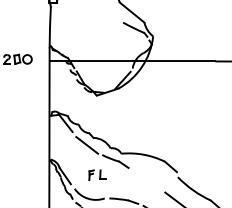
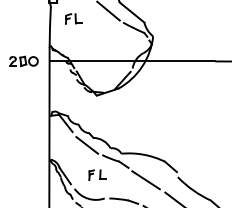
line at (108, 11): none -> present
part at (73, 18): none -> present
part at (17, 58) position: (17, 58) -> (23, 60)
line at (145, 180): none -> present
